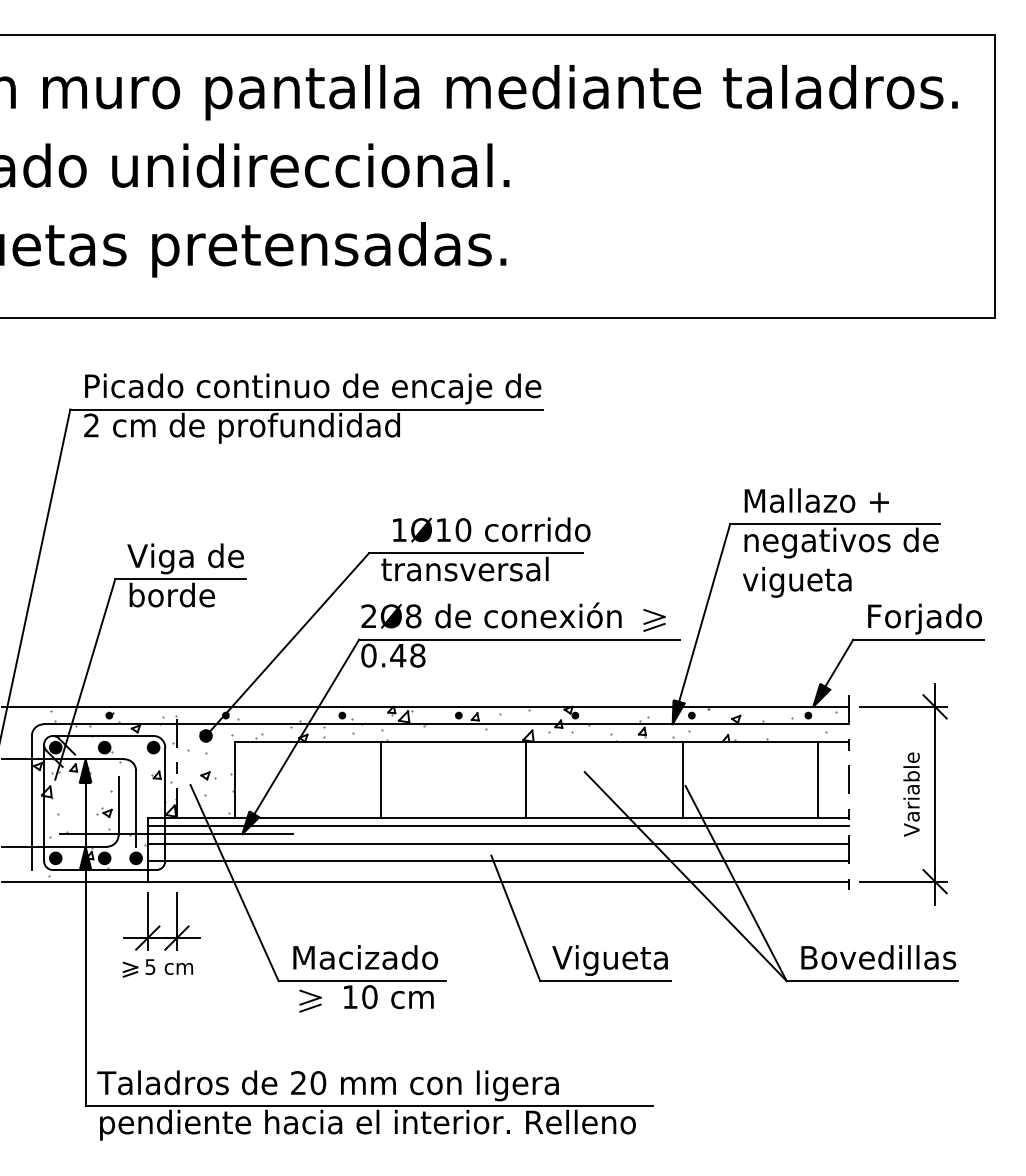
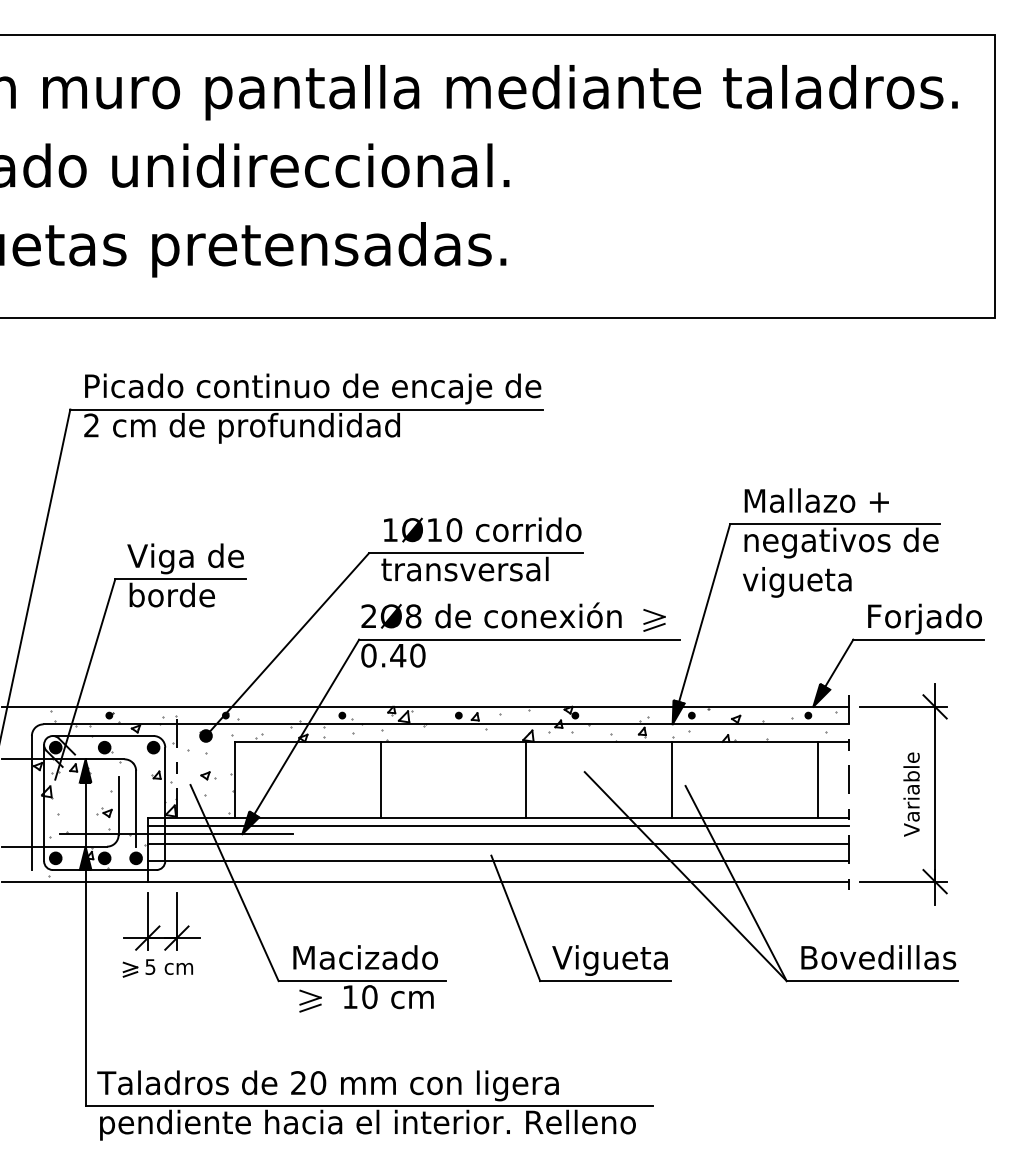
text at (491, 529) position: (491, 529) -> (482, 529)
text at (417, 655): 0.48 -> 0.40
line at (683, 779) position: (683, 779) -> (672, 779)
